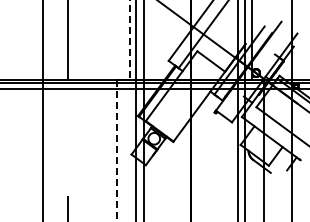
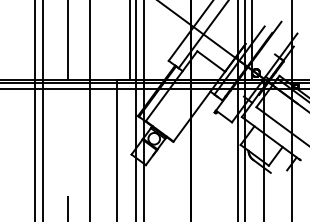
line at (129, 40): dashed -> solid
line at (35, 110): none -> present
line at (89, 110): none -> present
line at (117, 150): dashed -> solid
